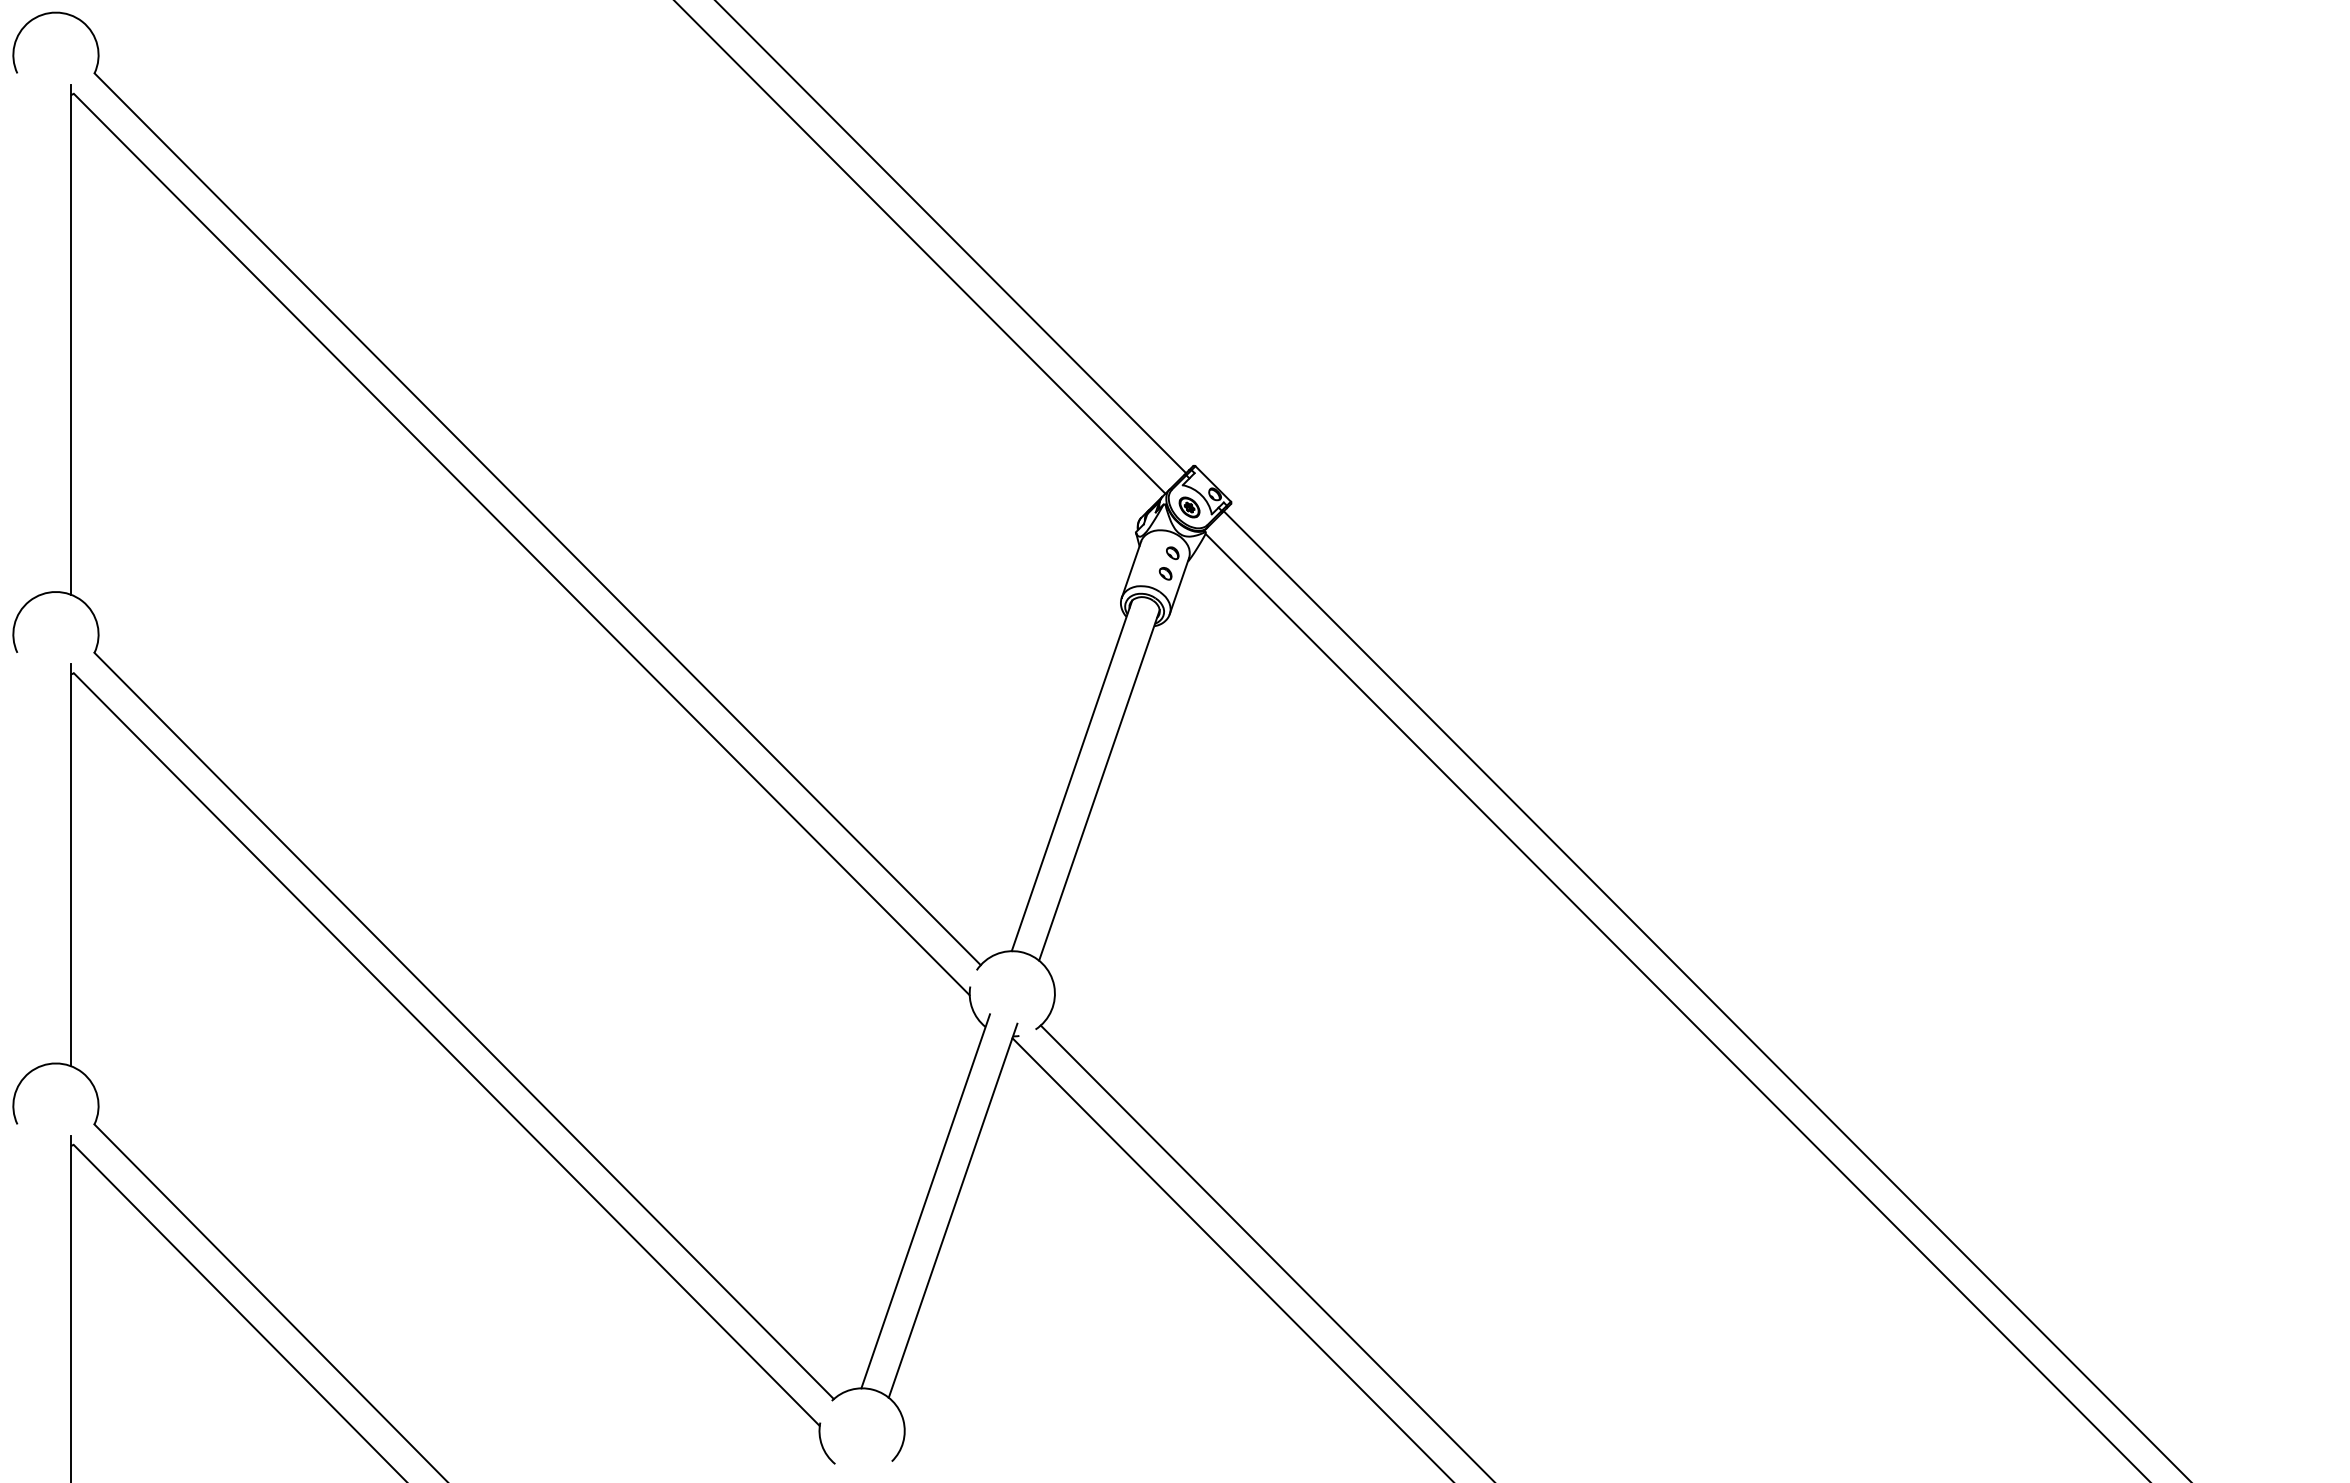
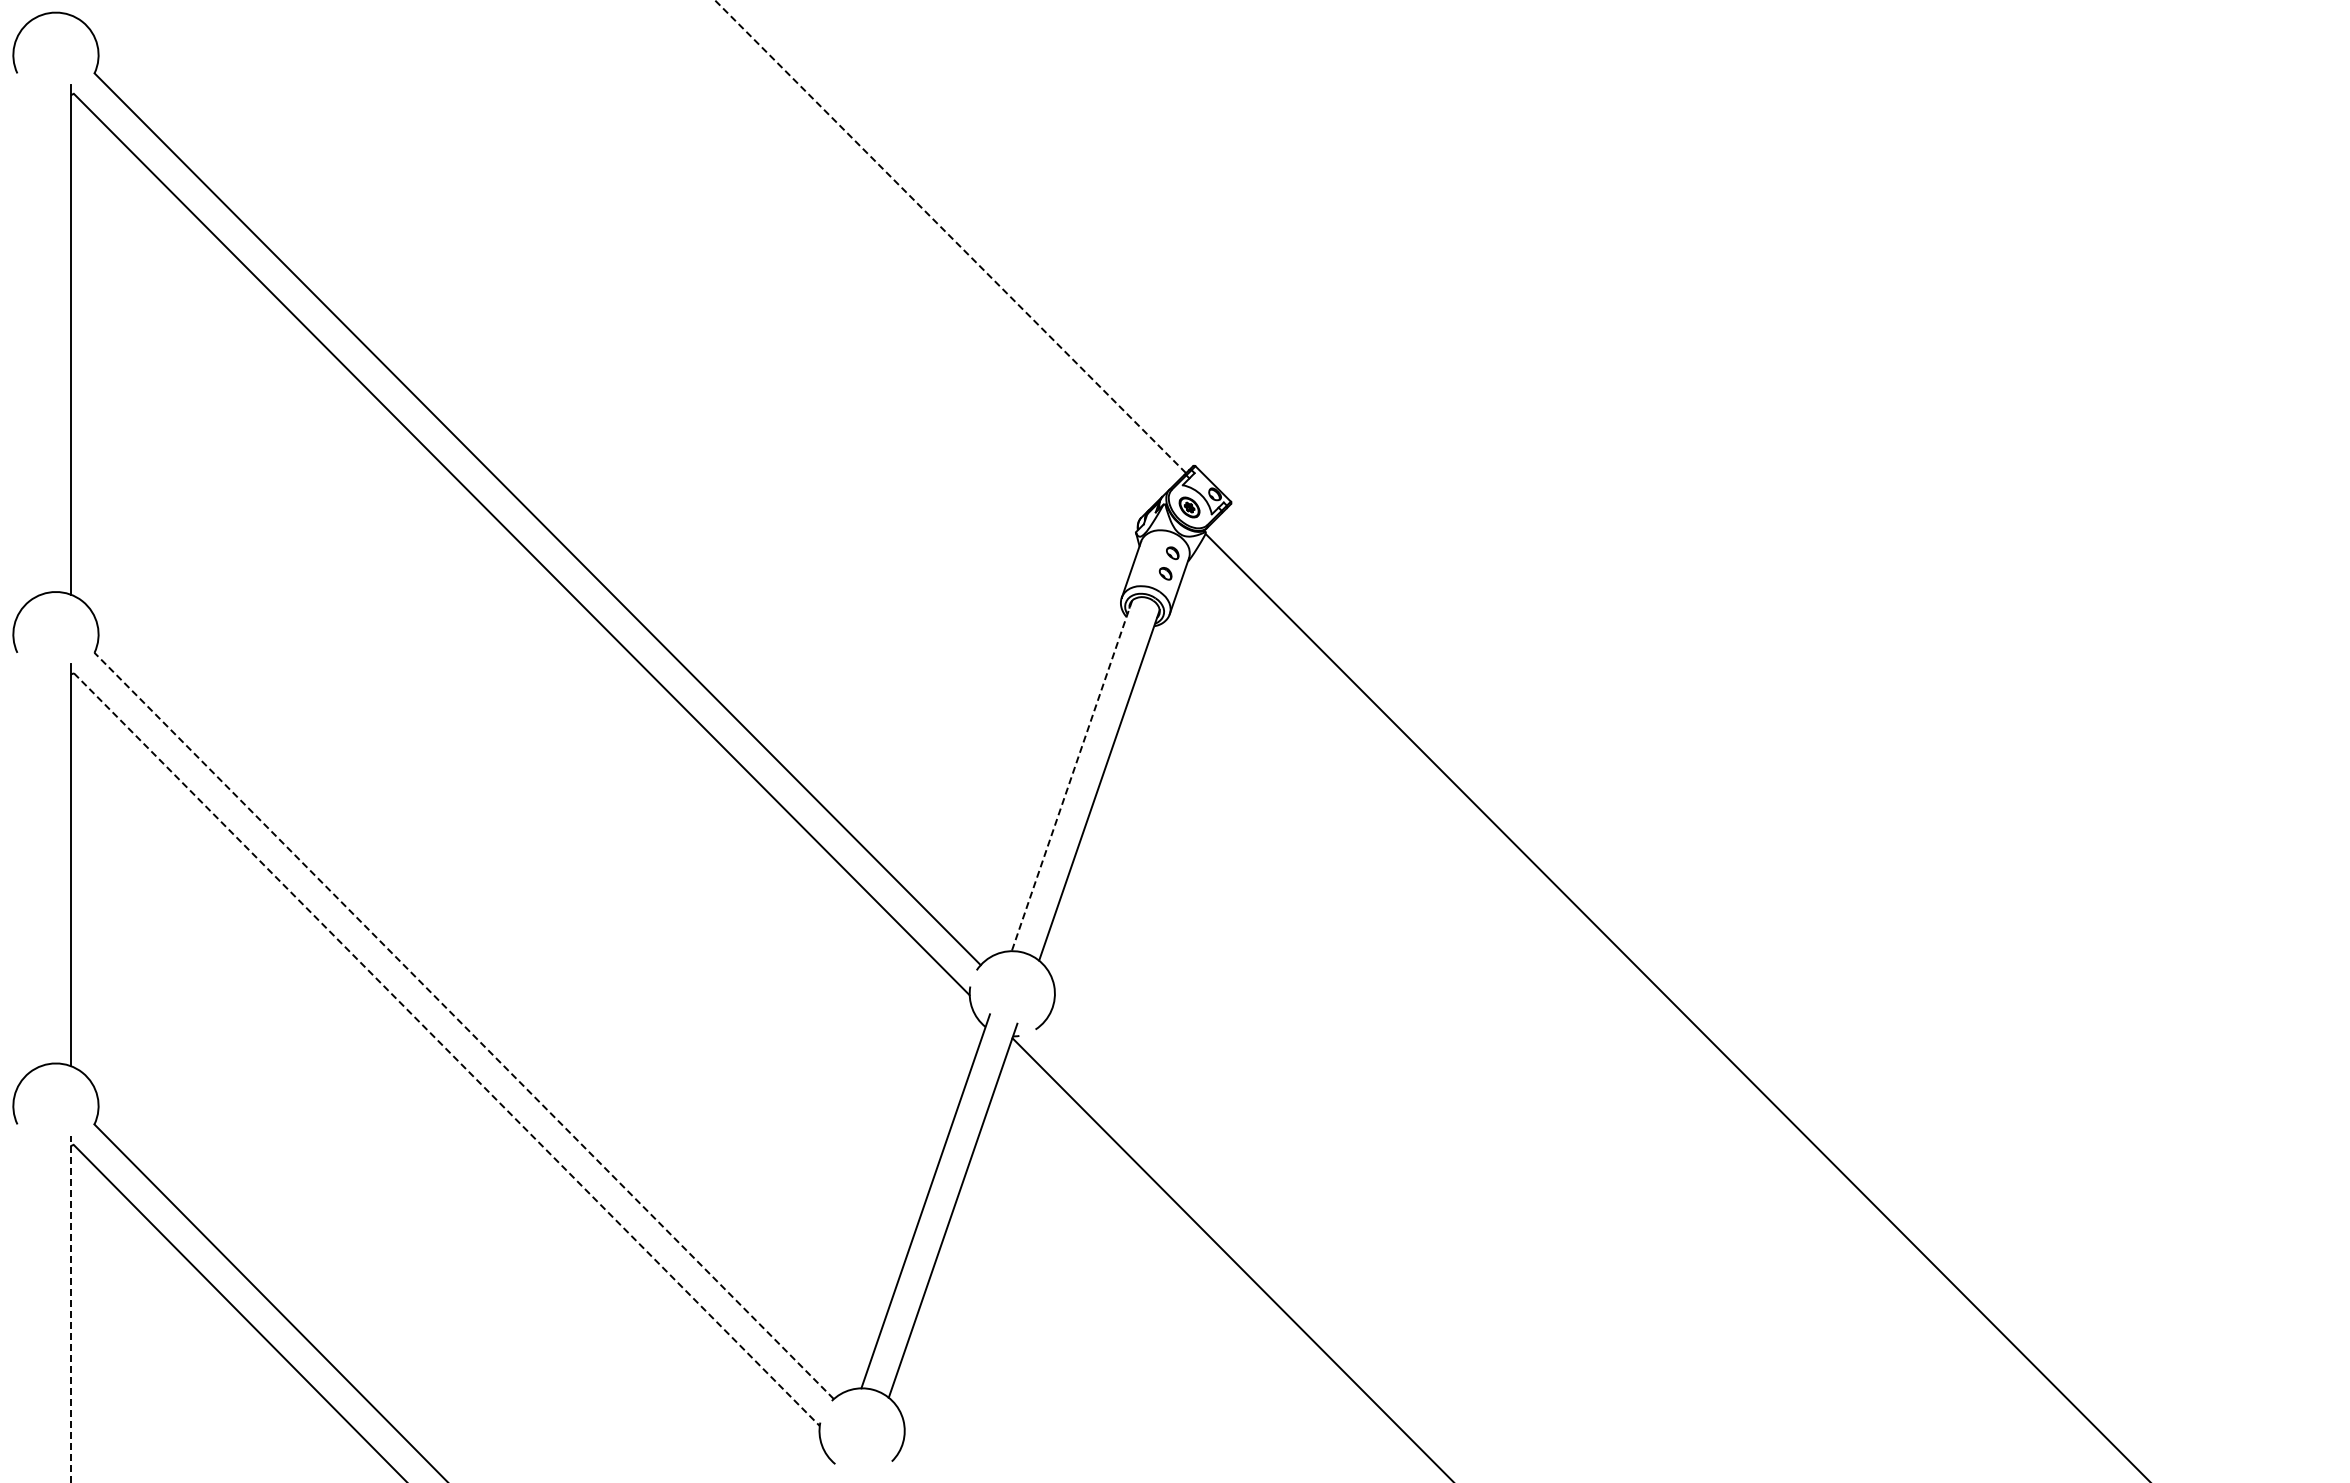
line at (950, 236): solid -> dashed
line at (920, 247): present -> none
line at (1071, 776): solid -> dashed
line at (1705, 995): present -> none
line at (463, 1025): solid -> dashed
line at (446, 1049): solid -> dashed
line at (1265, 1252): present -> none
line at (70, 1308): solid -> dashed
